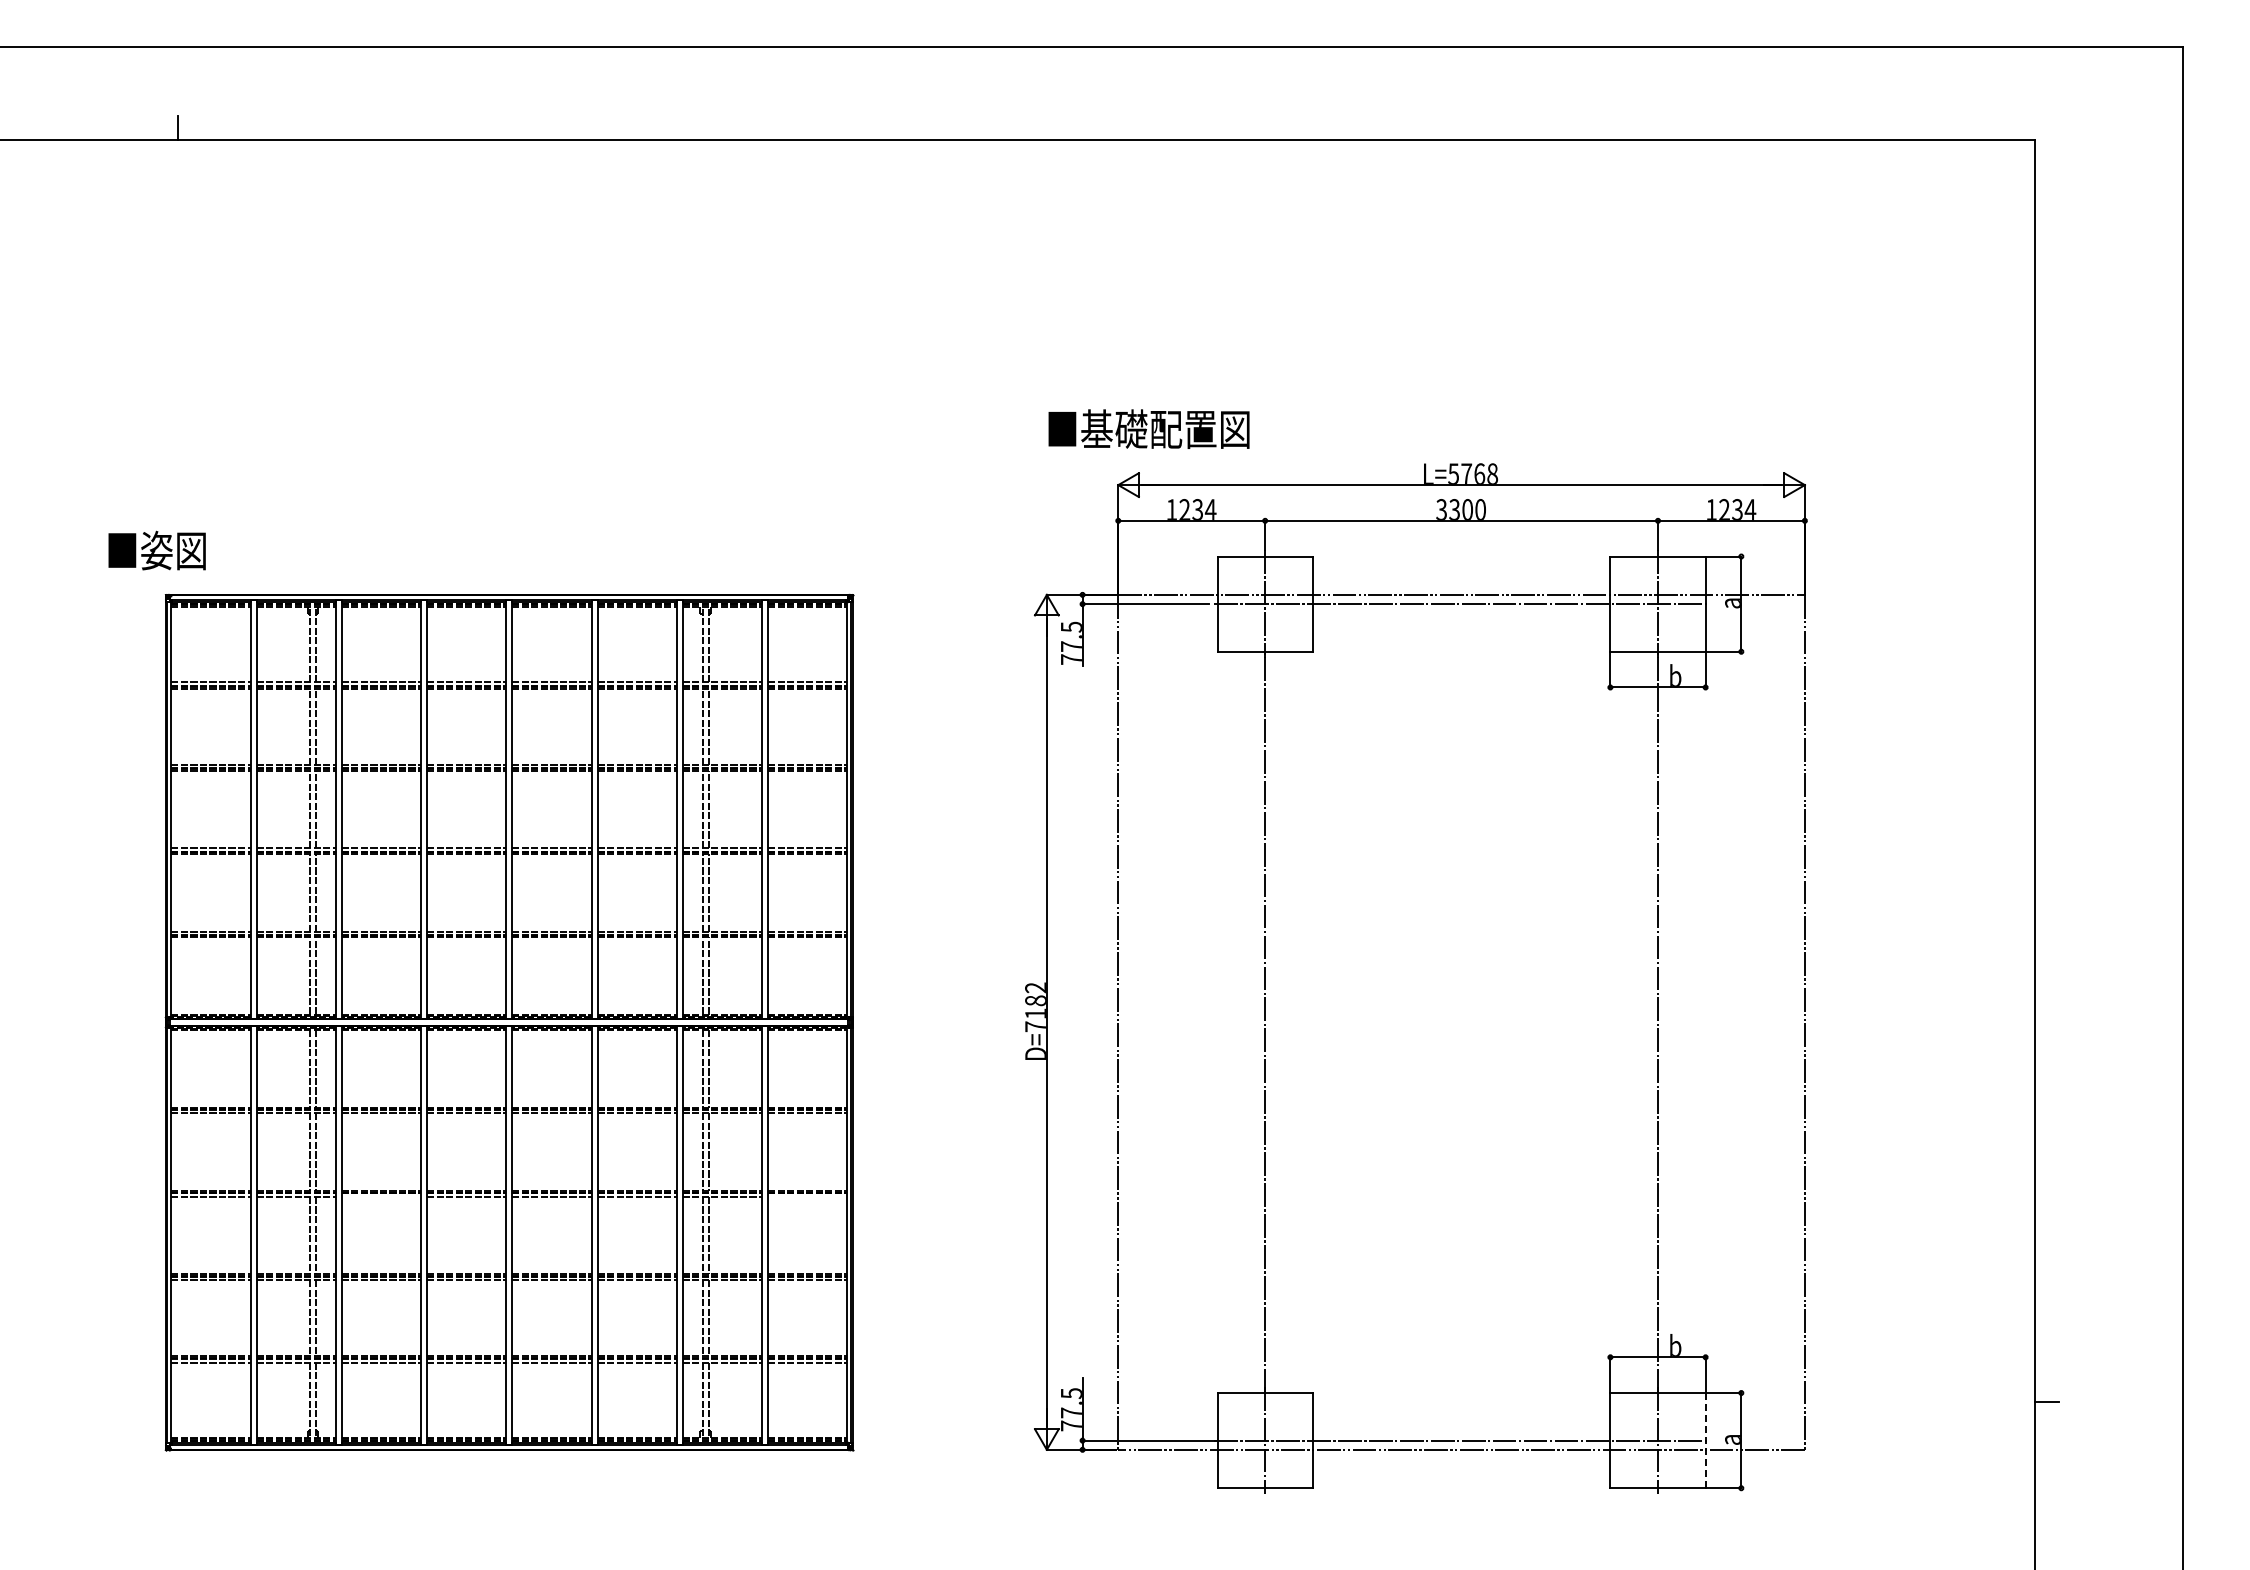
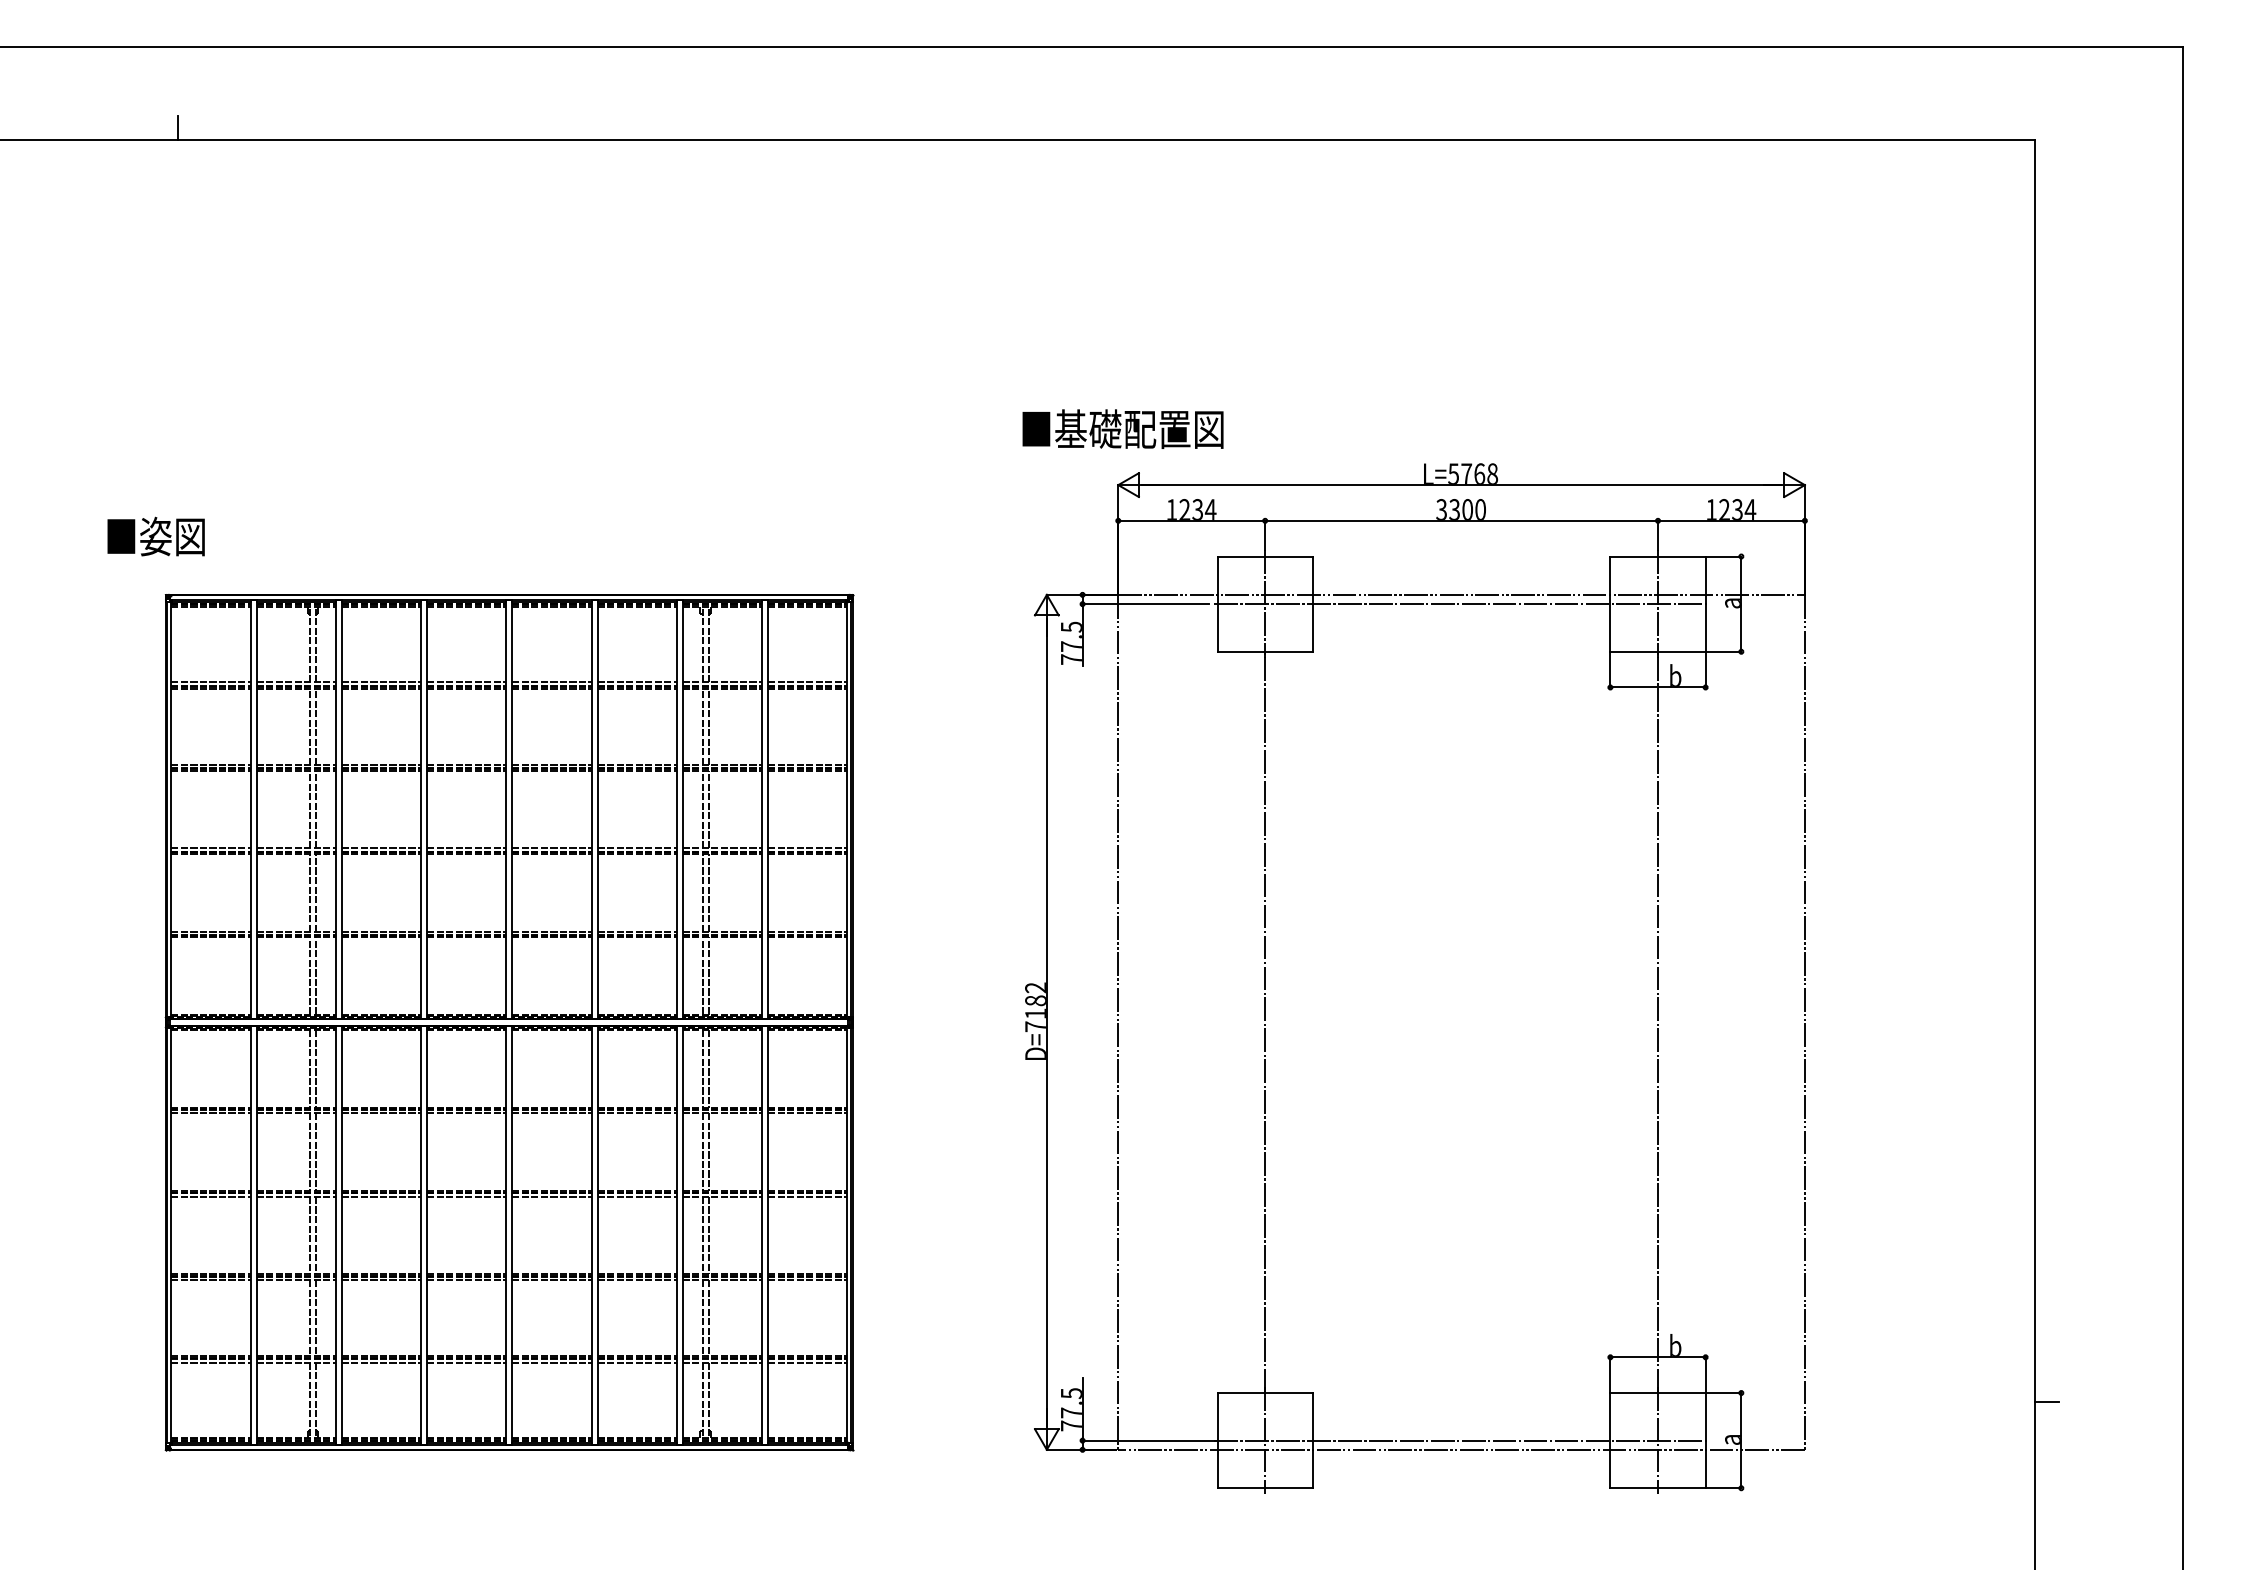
text at (1148, 428) position: (1148, 428) -> (1122, 428)
text at (156, 550) position: (156, 550) -> (155, 536)
line at (381, 1196): none -> present
line at (807, 1196): none -> present
line at (1705, 1440): dashed -> solid
